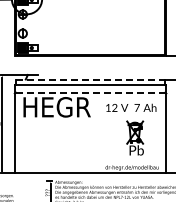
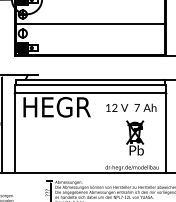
line at (90, 24): none -> present
line at (90, 79): dashed -> solid
line at (90, 92): dashed -> solid
